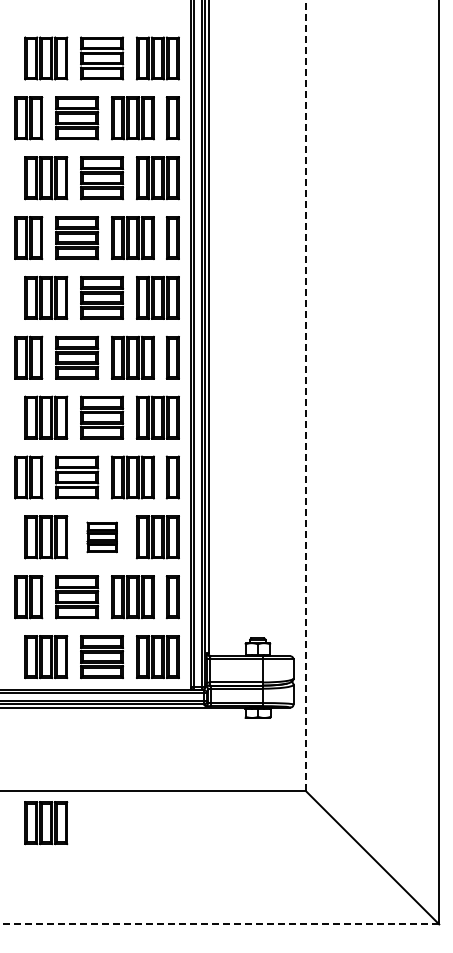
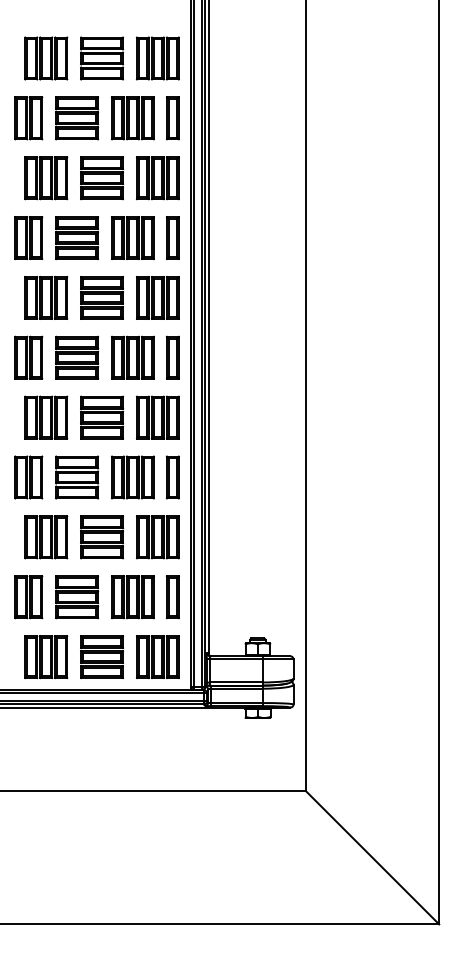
line at (306, 395): dashed -> solid
part at (101, 537) size: 32x33 px -> 45x45 px
part at (46, 823): present -> none
line at (219, 924): dashed -> solid
